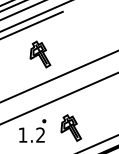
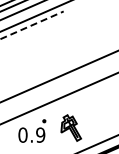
line at (32, 25): solid -> dashed
part at (40, 54): present -> none
text at (31, 134): 1.2 -> 0.9
